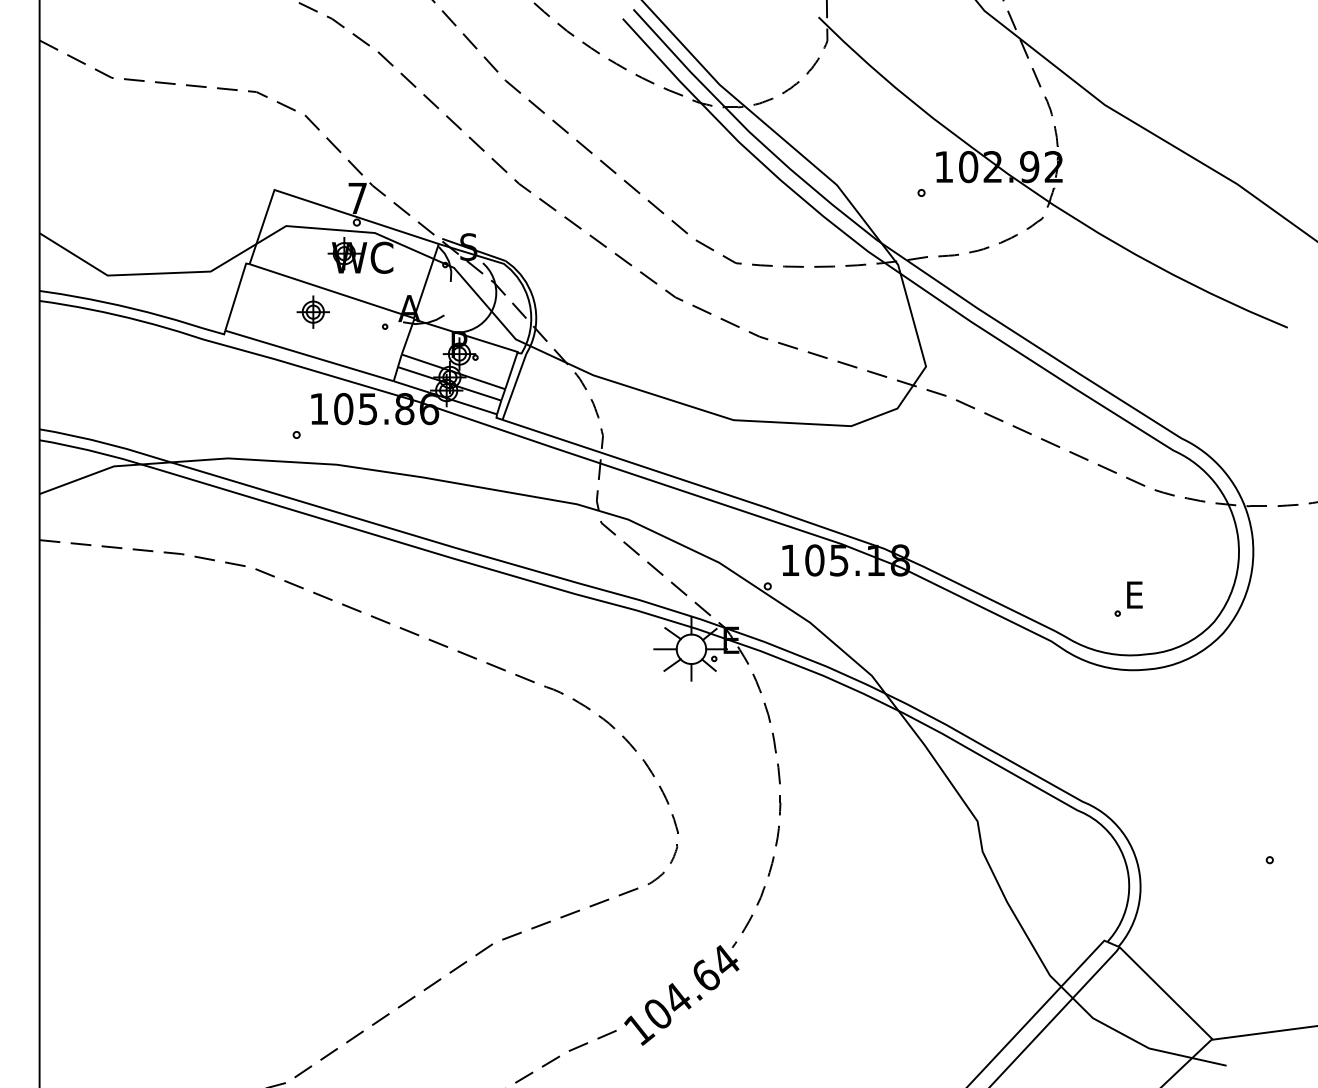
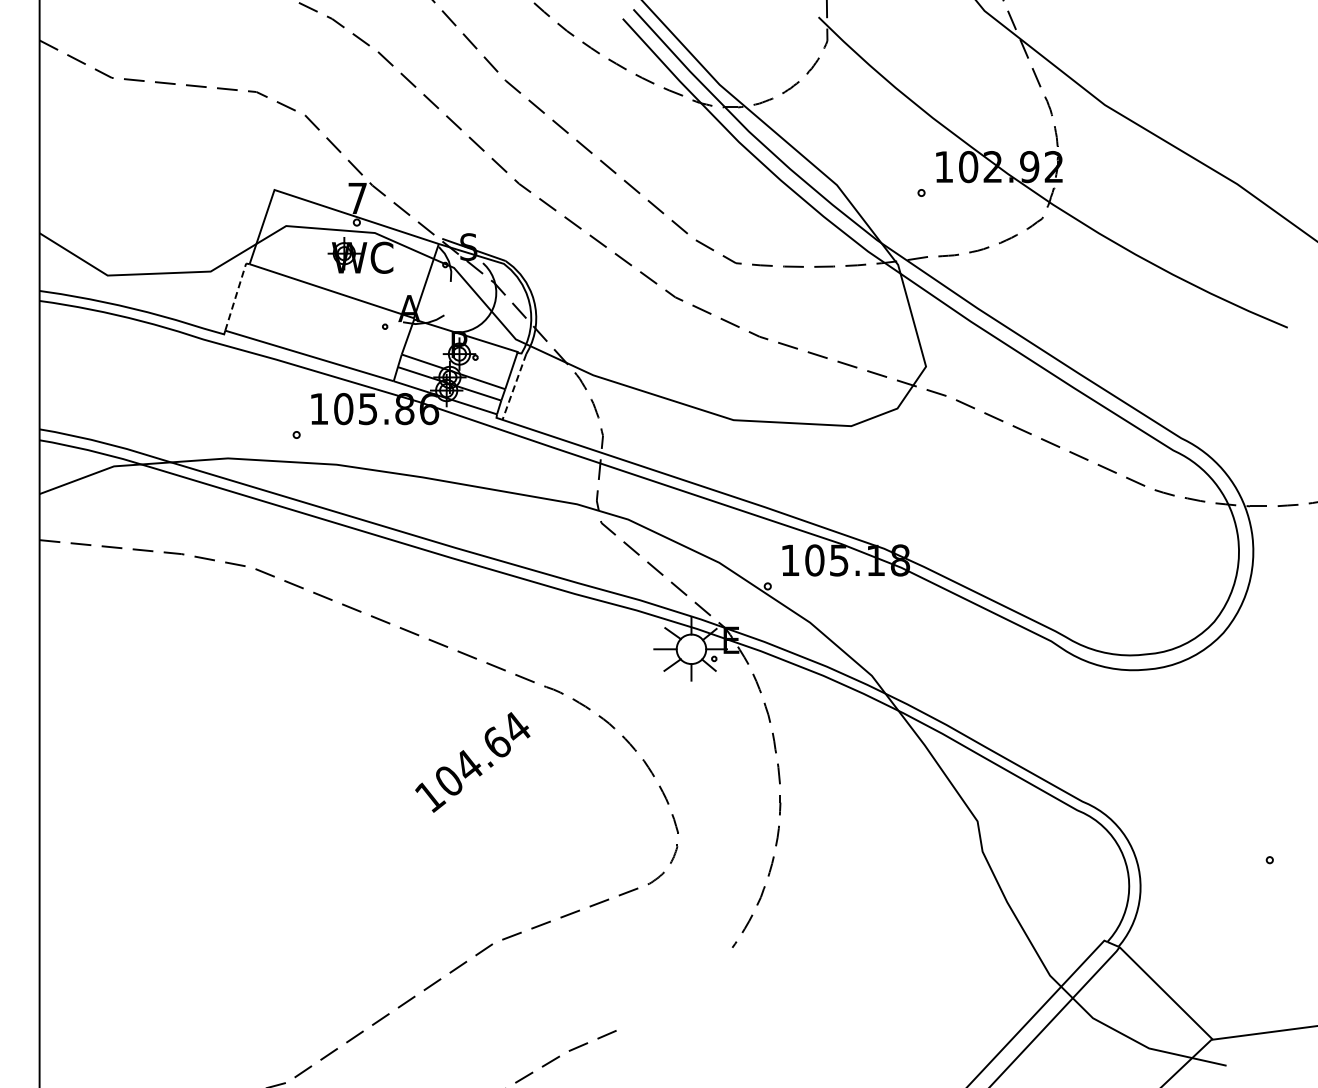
line at (236, 294): solid -> dashed
part at (312, 311): present -> none
line at (514, 386): solid -> dashed
part at (1128, 598): present -> none
text at (681, 995) position: (681, 995) -> (472, 762)
